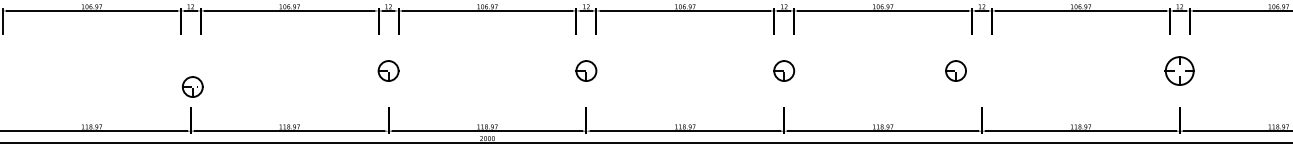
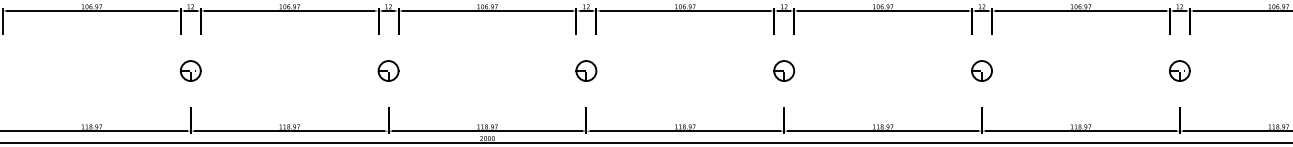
part at (955, 70) position: (955, 70) -> (981, 70)
part at (1179, 70) size: 31x30 px -> 22x22 px
part at (192, 86) position: (192, 86) -> (190, 70)
